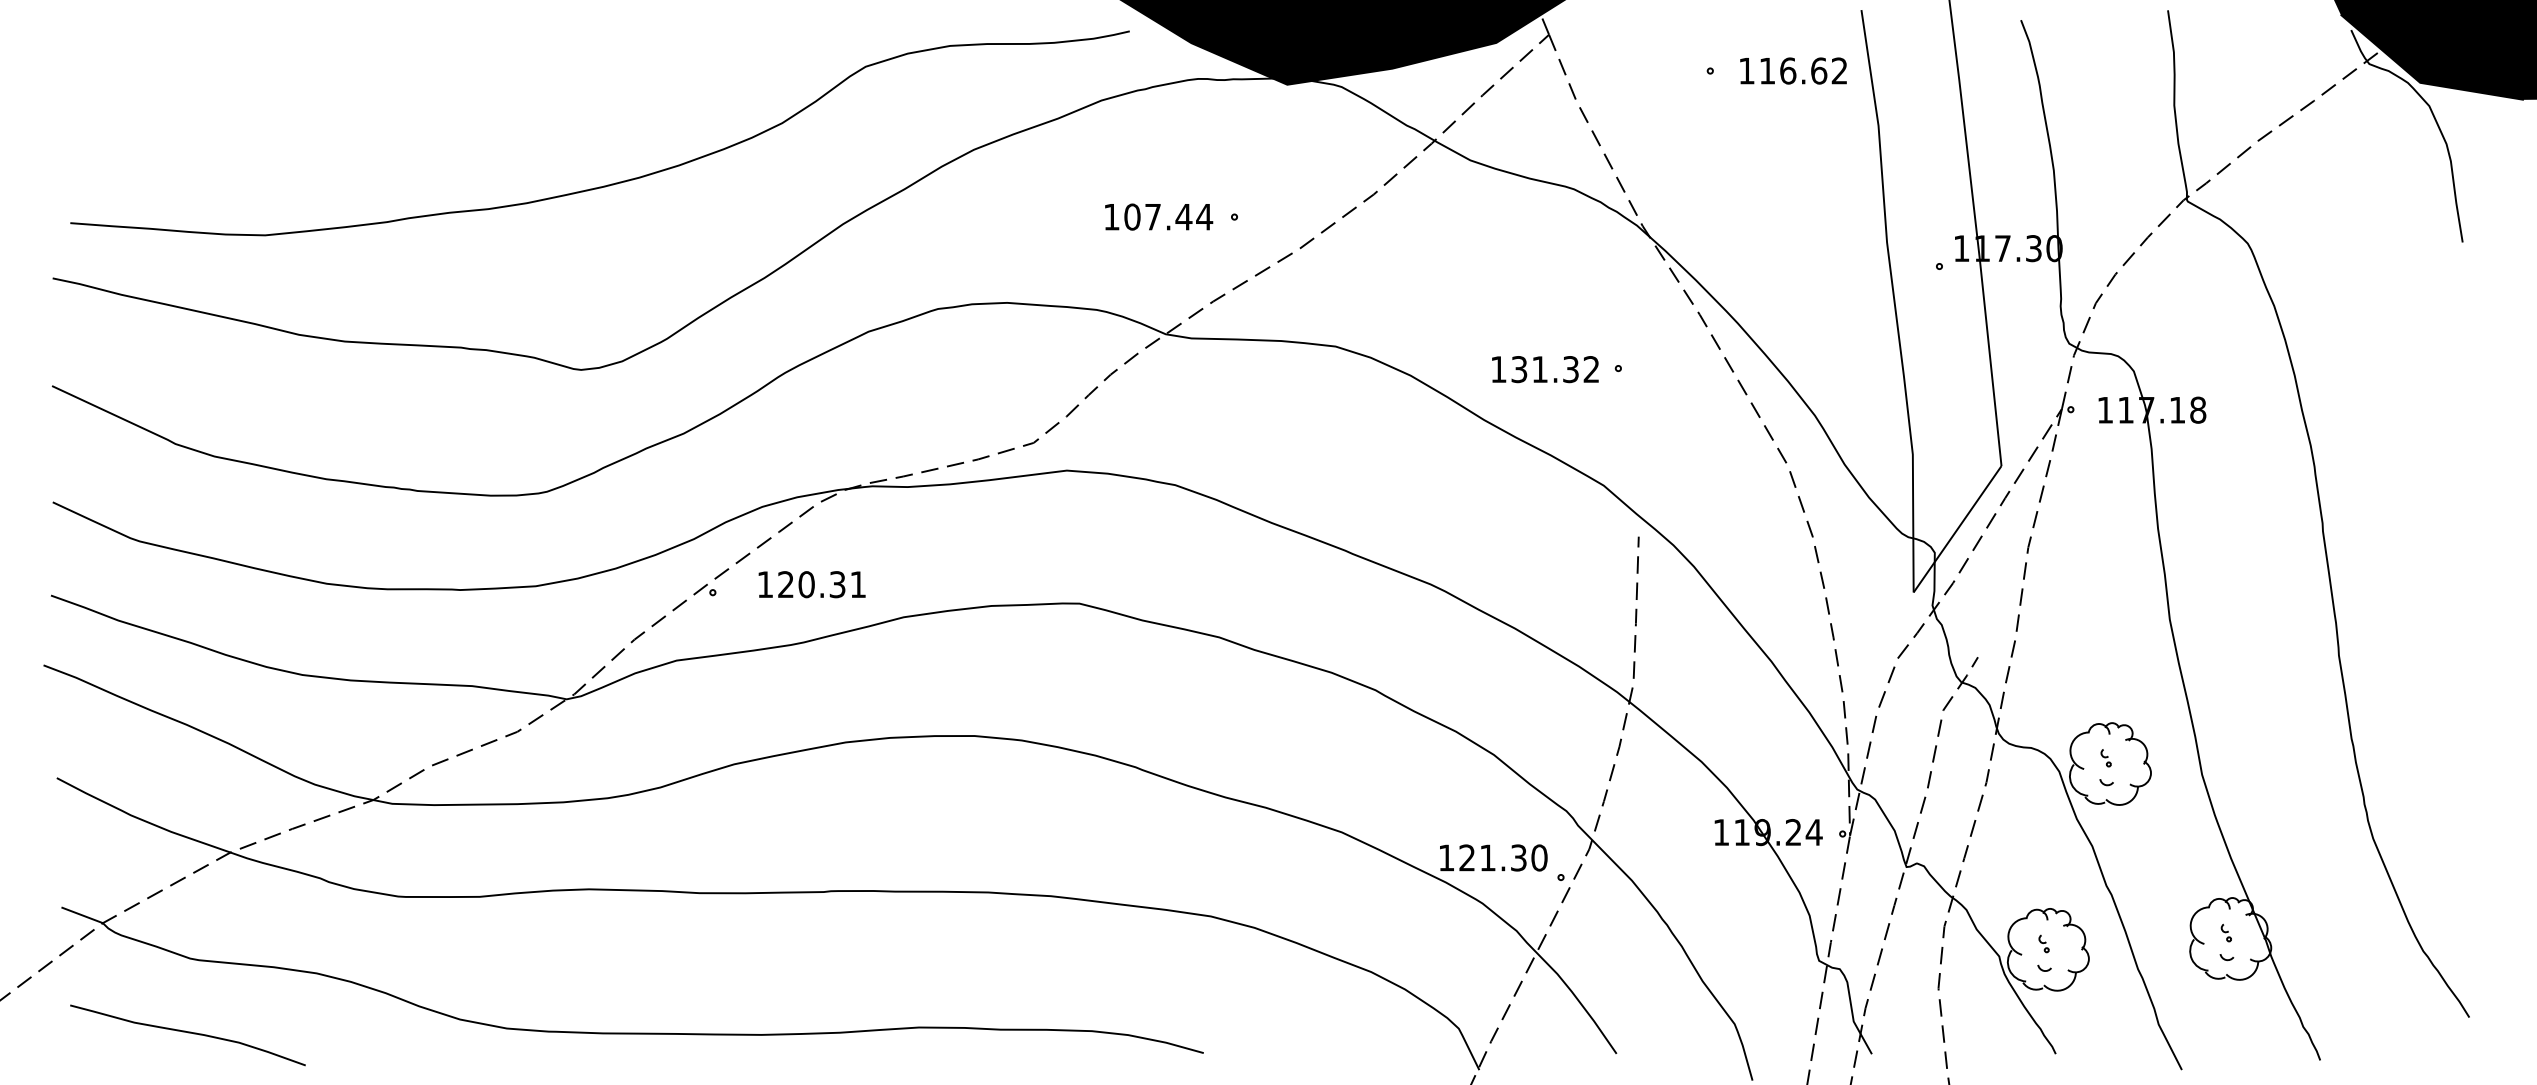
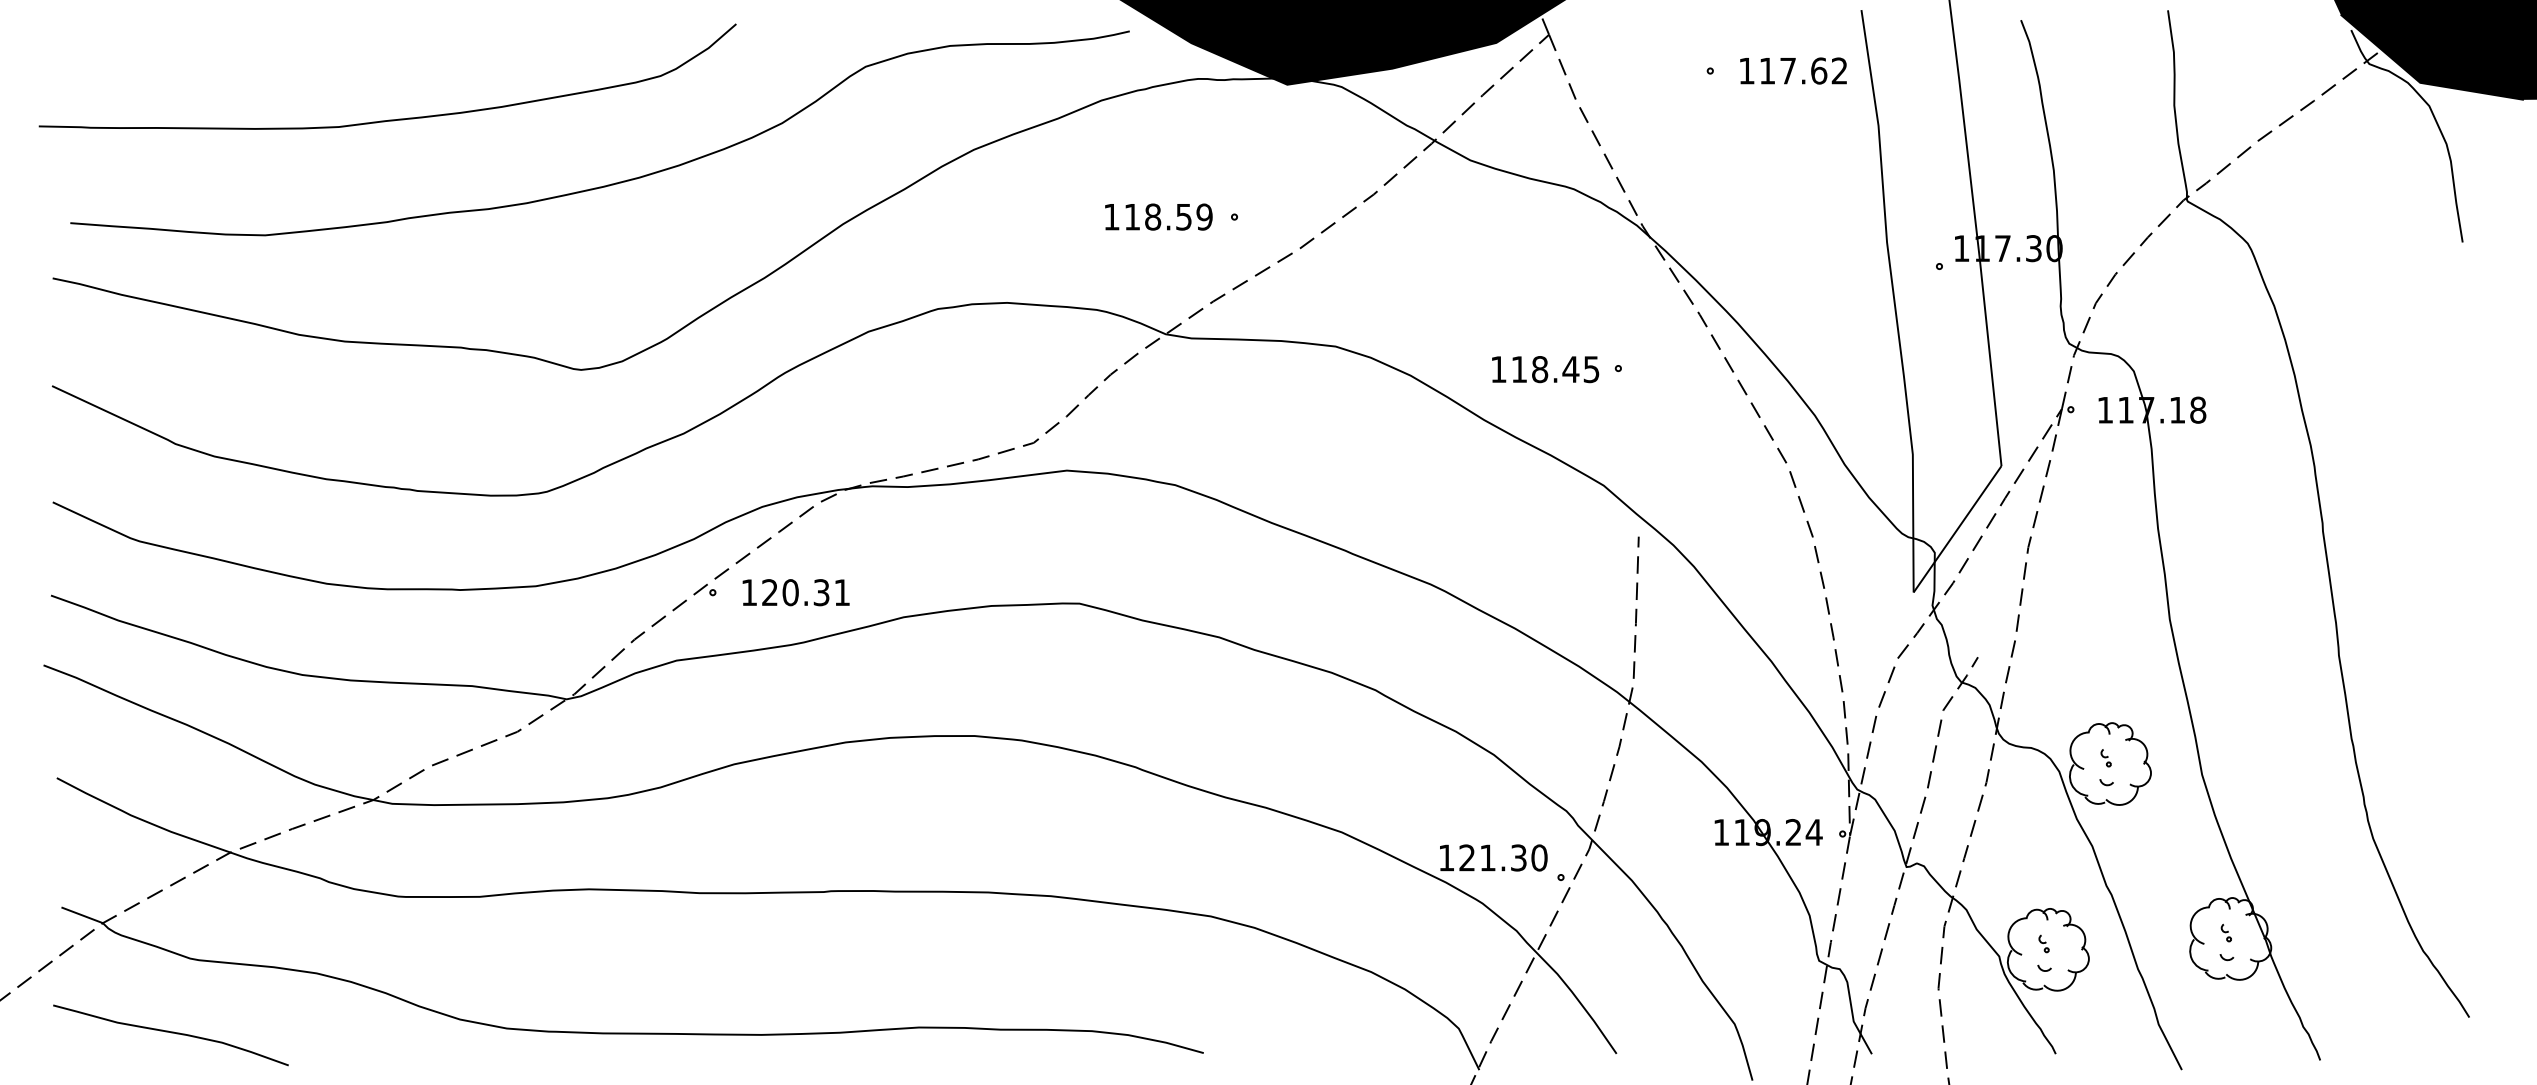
text at (1788, 70): 116.62 -> 117.62
curve at (388, 119): none -> present
text at (1168, 216): 107.44 -> 118.59
text at (1555, 369): 131.32 -> 118.45
text at (811, 584) position: (811, 584) -> (795, 592)
curve at (188, 1033) position: (188, 1033) -> (171, 1033)
